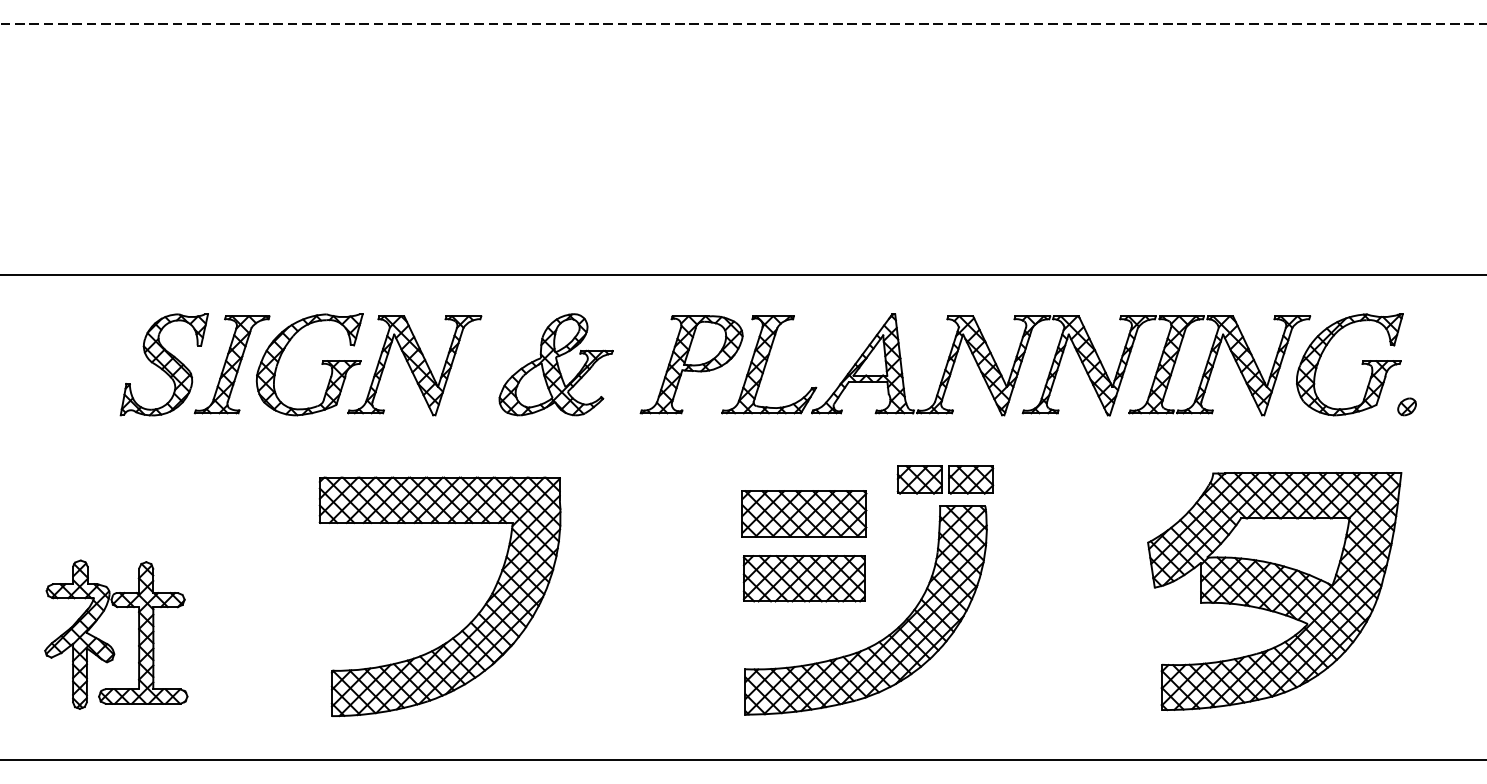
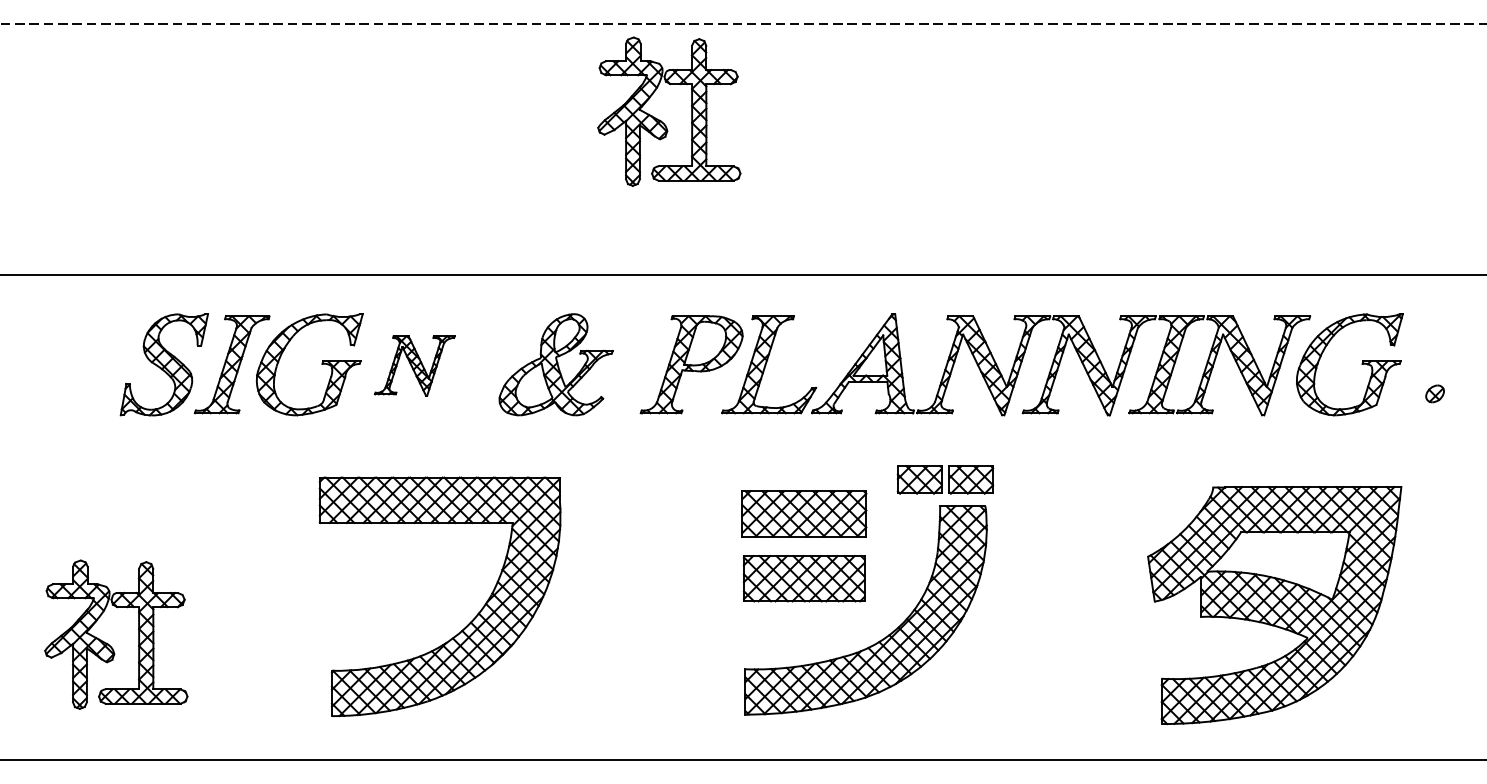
part at (661, 120): none -> present
part at (414, 365) size: 136x102 px -> 82x62 px
part at (1406, 406) position: (1406, 406) -> (1434, 393)
part at (1274, 591) position: (1274, 591) -> (1274, 605)
